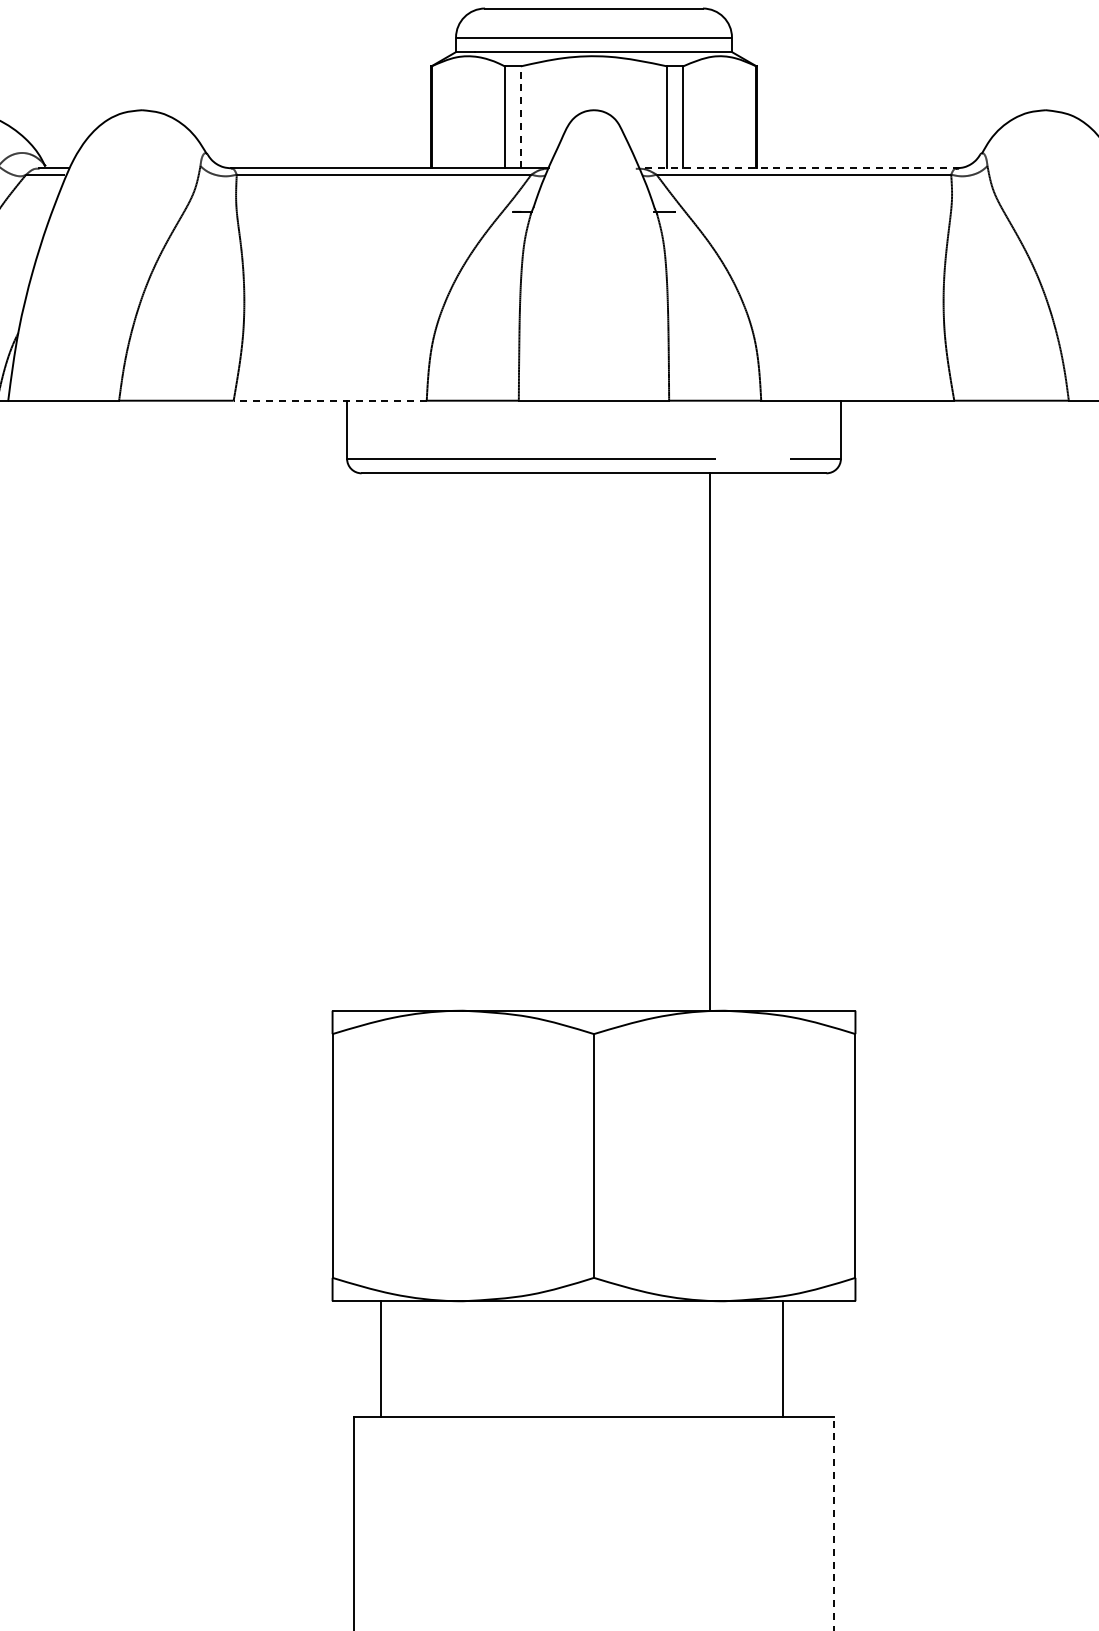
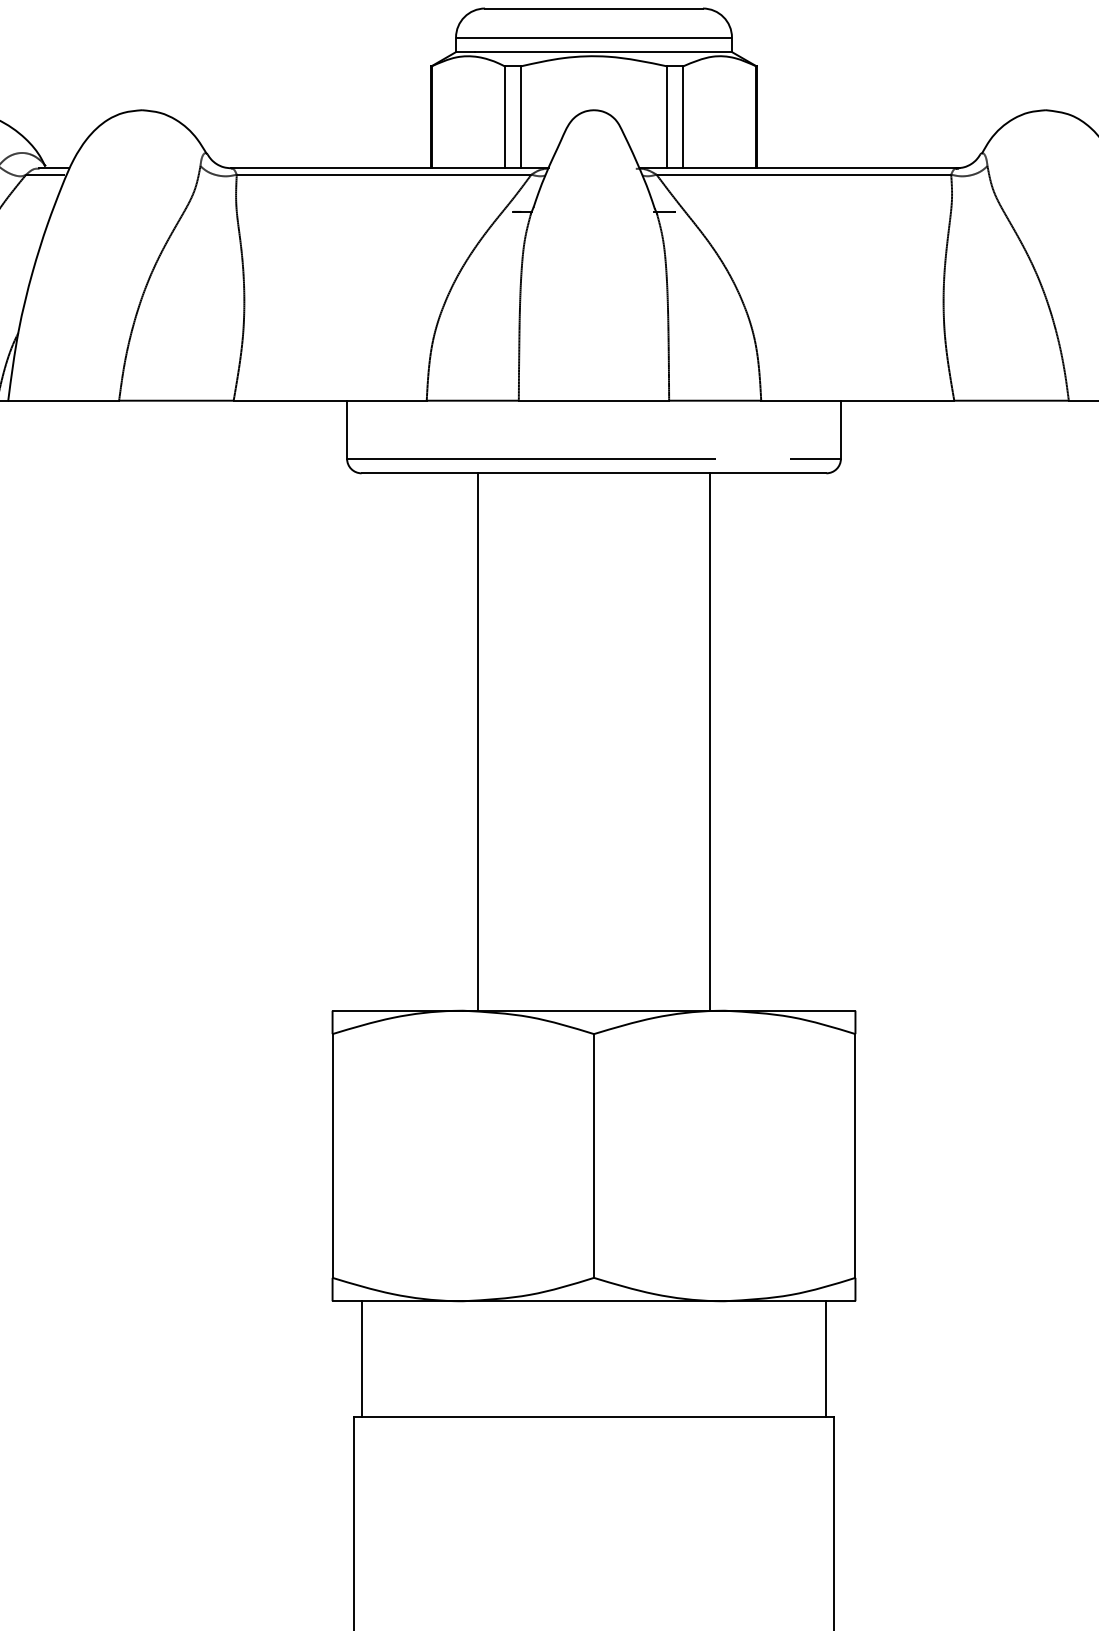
line at (520, 117): dashed -> solid
line at (799, 168): dashed -> solid
line at (330, 400): dashed -> solid
line at (477, 741): none -> present
line at (380, 1359) position: (380, 1359) -> (361, 1359)
line at (783, 1359) position: (783, 1359) -> (826, 1359)
line at (833, 1523): dashed -> solid
